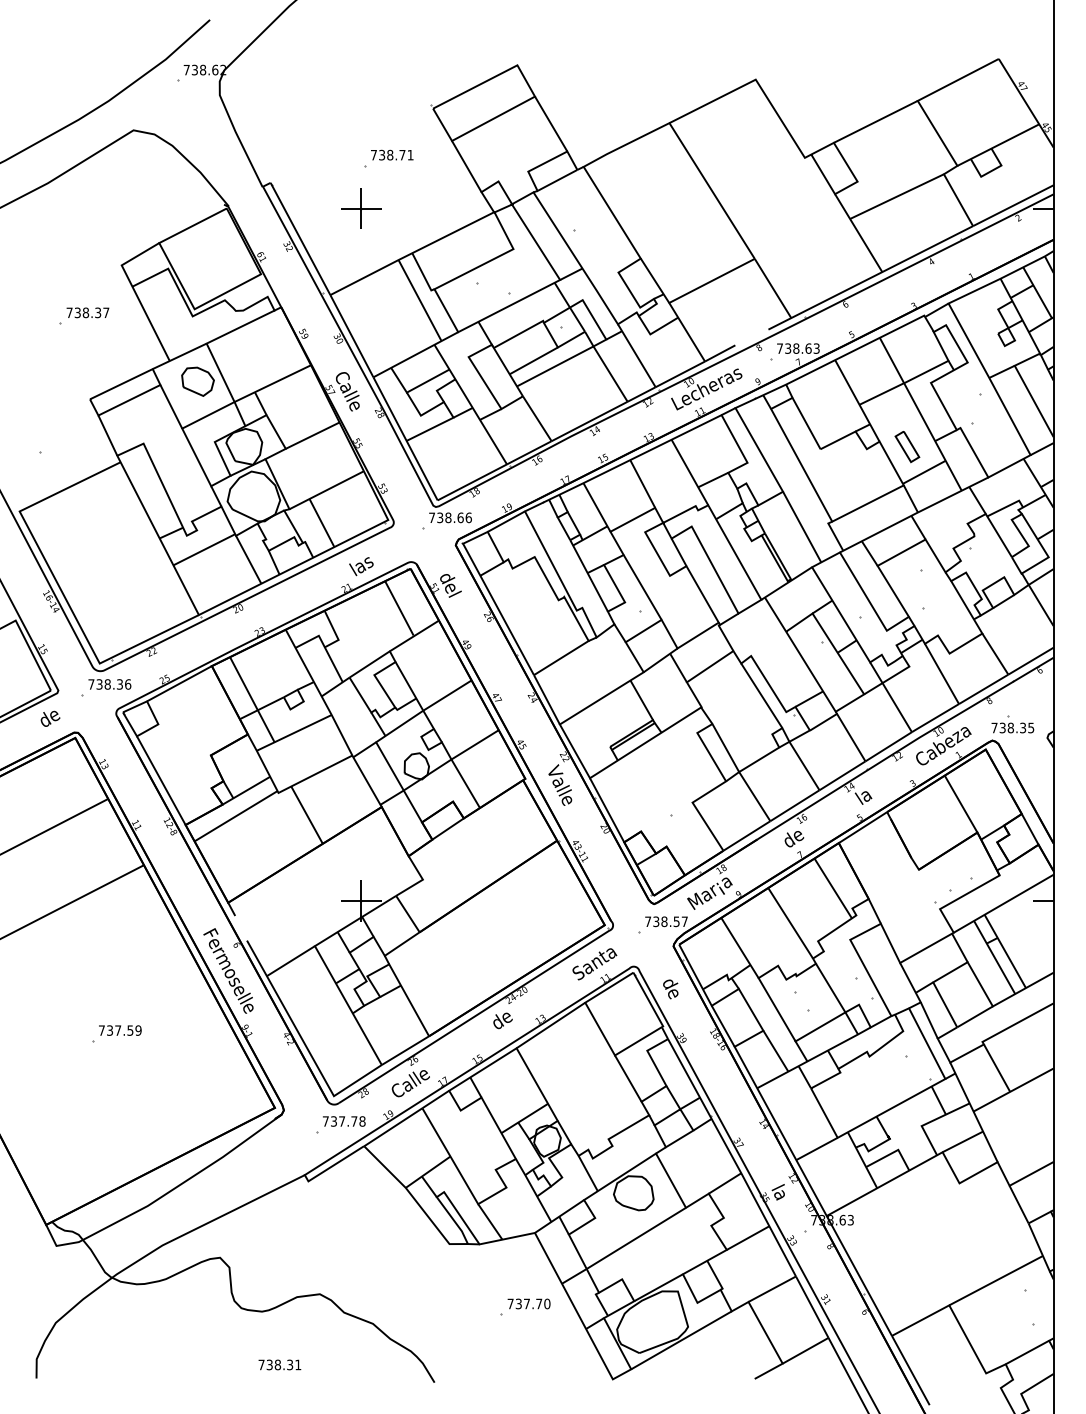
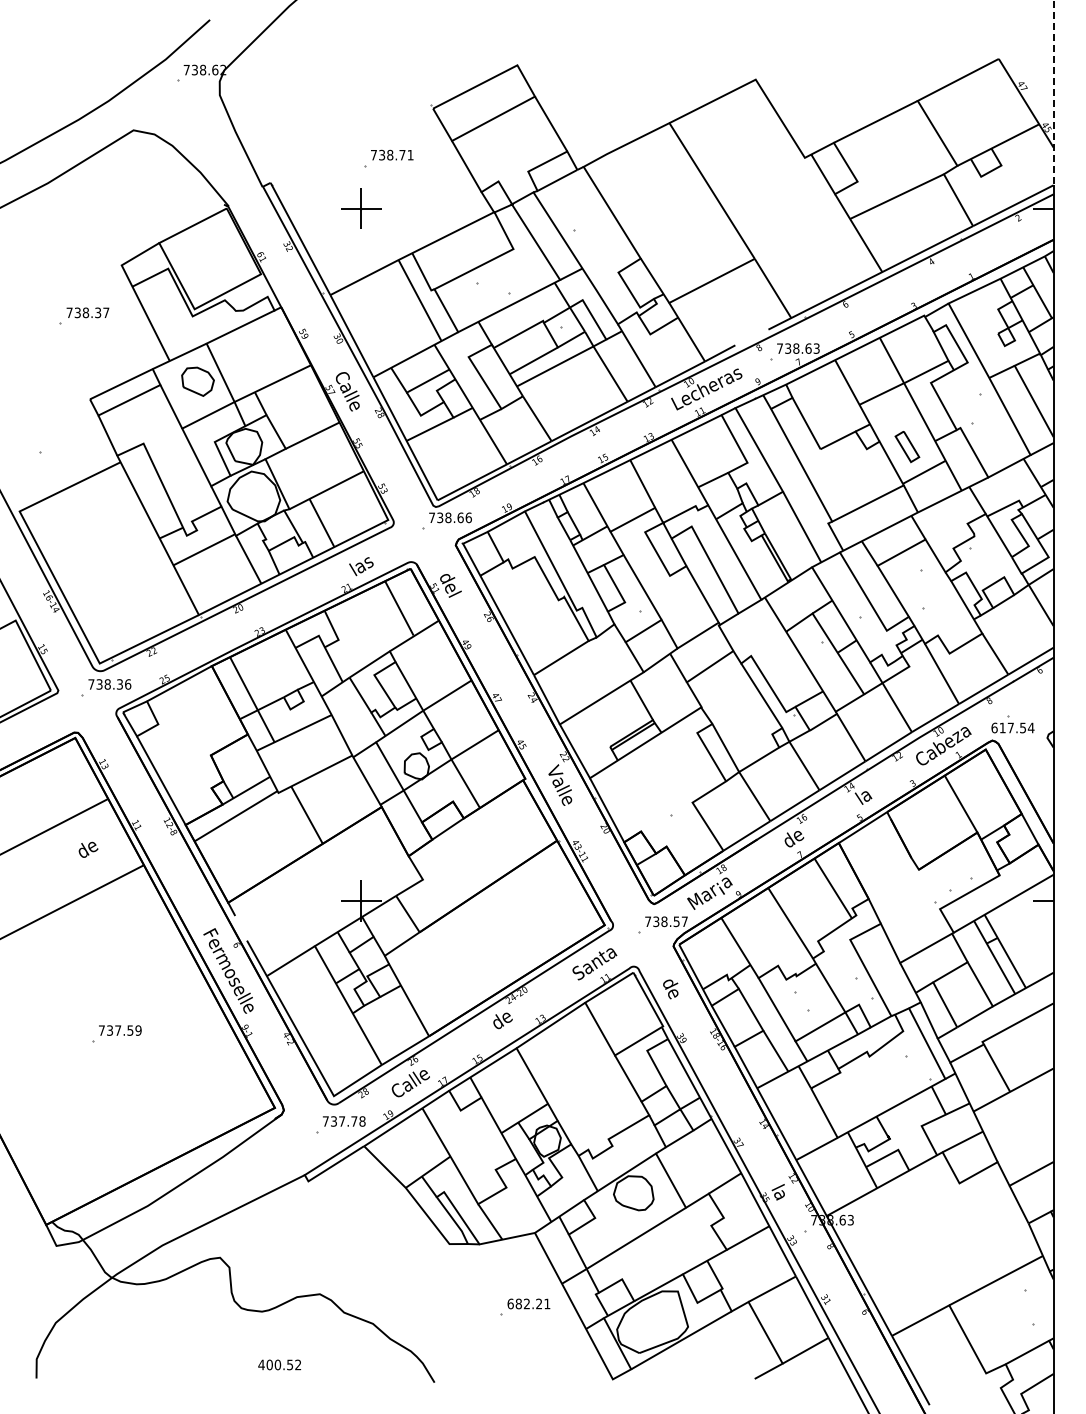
line at (1053, 93): solid -> dashed
text at (50, 718) position: (50, 718) -> (88, 849)
text at (1012, 727): 738.35 -> 617.54
text at (528, 1303): 737.70 -> 682.21
text at (279, 1364): 738.31 -> 400.52
